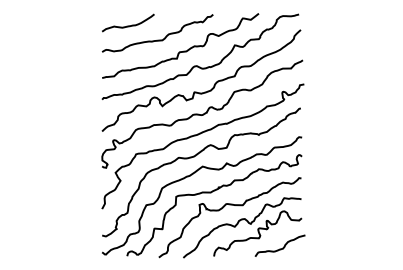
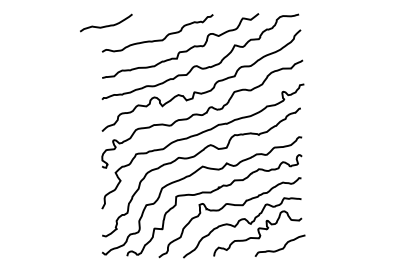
curve at (128, 25) position: (128, 25) -> (106, 25)
